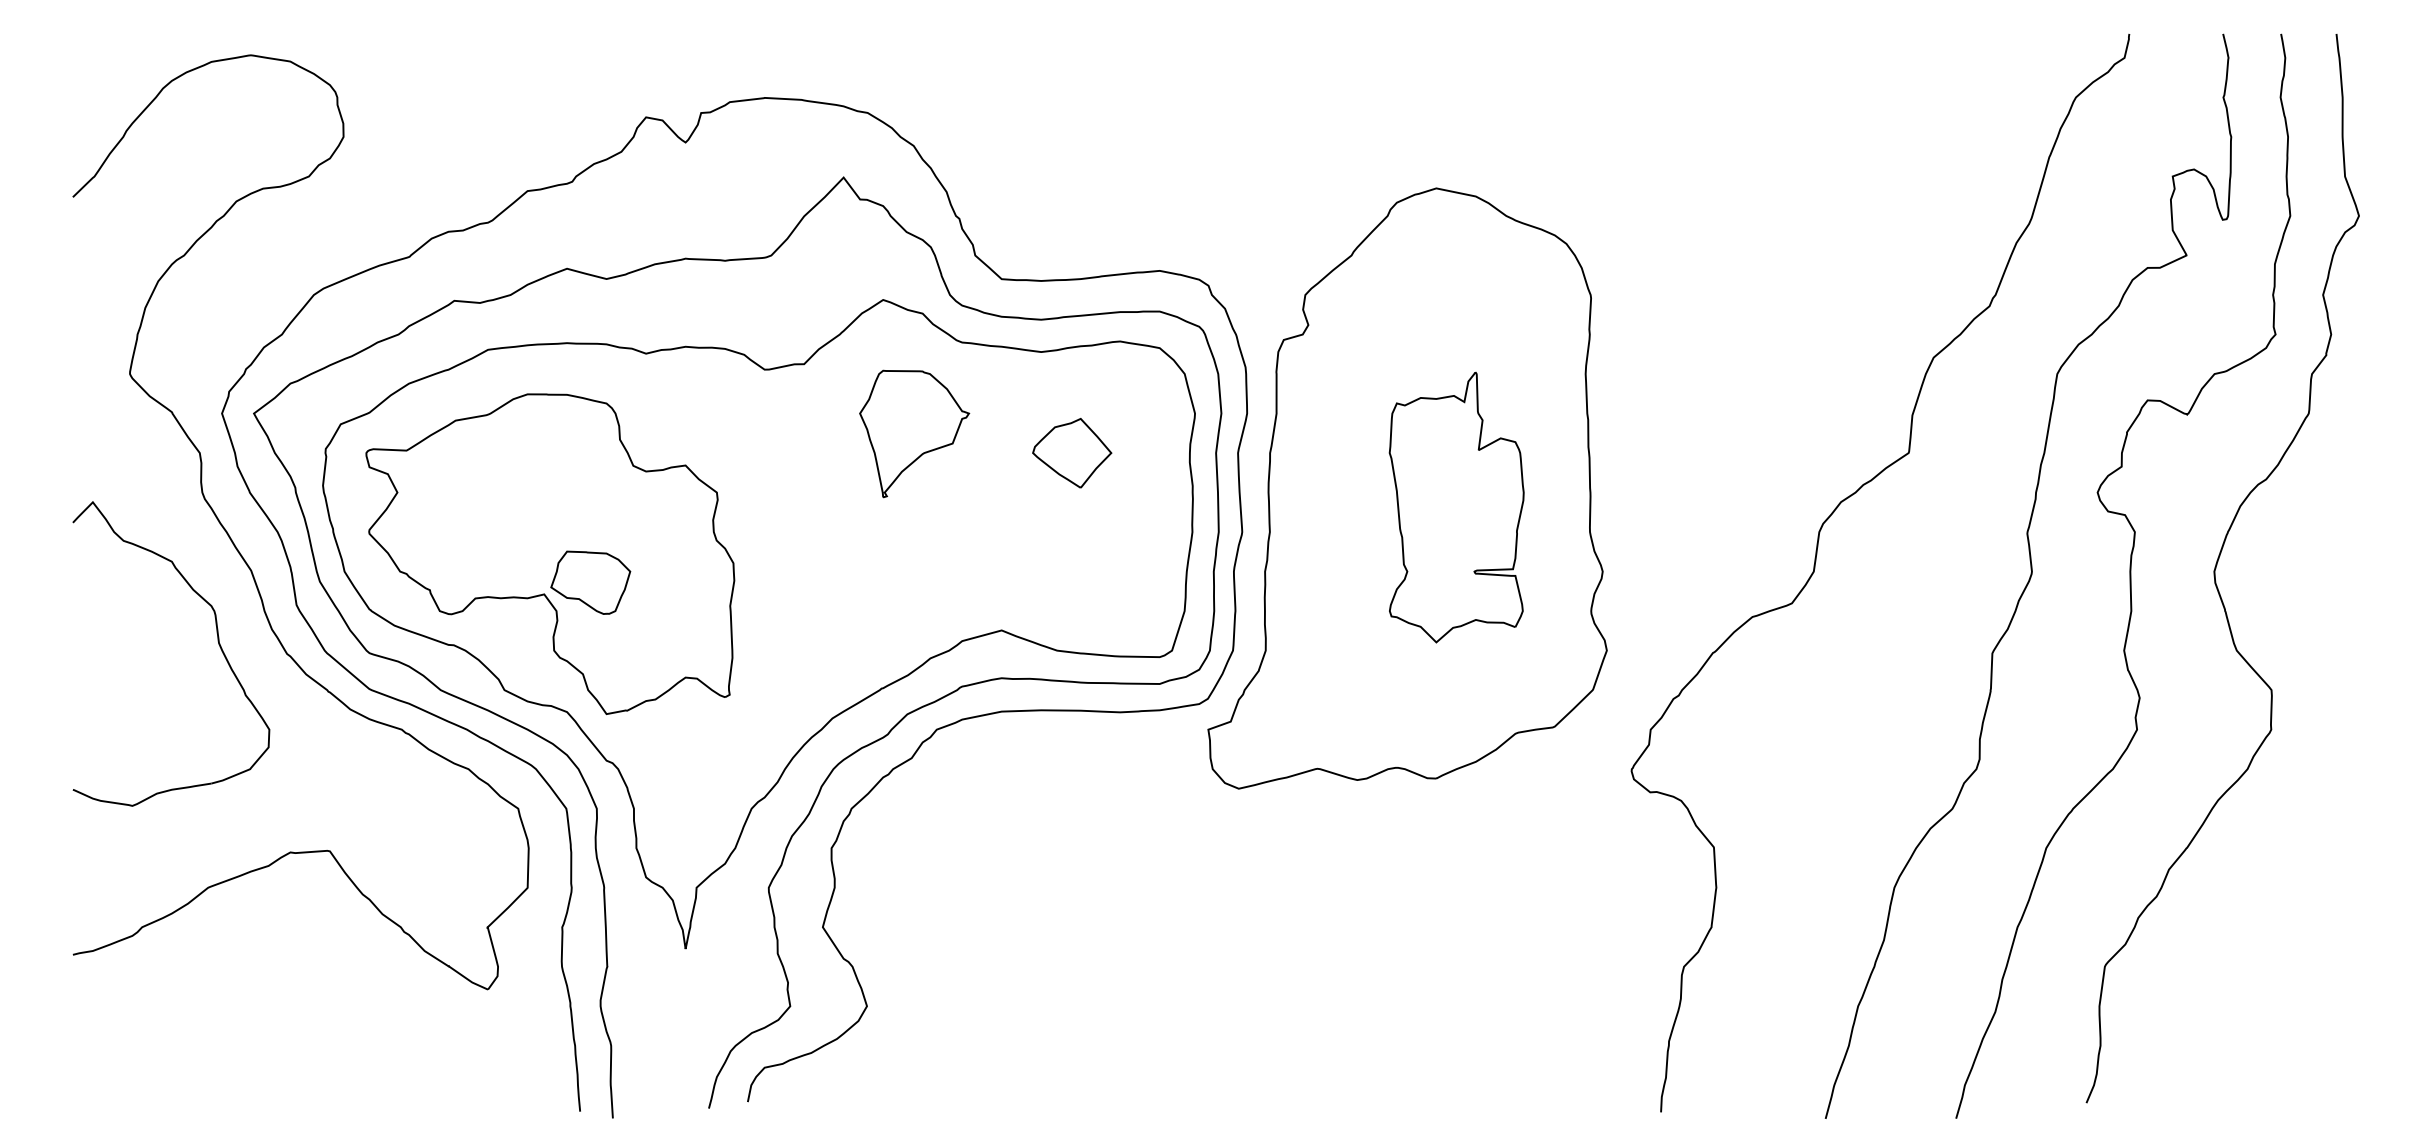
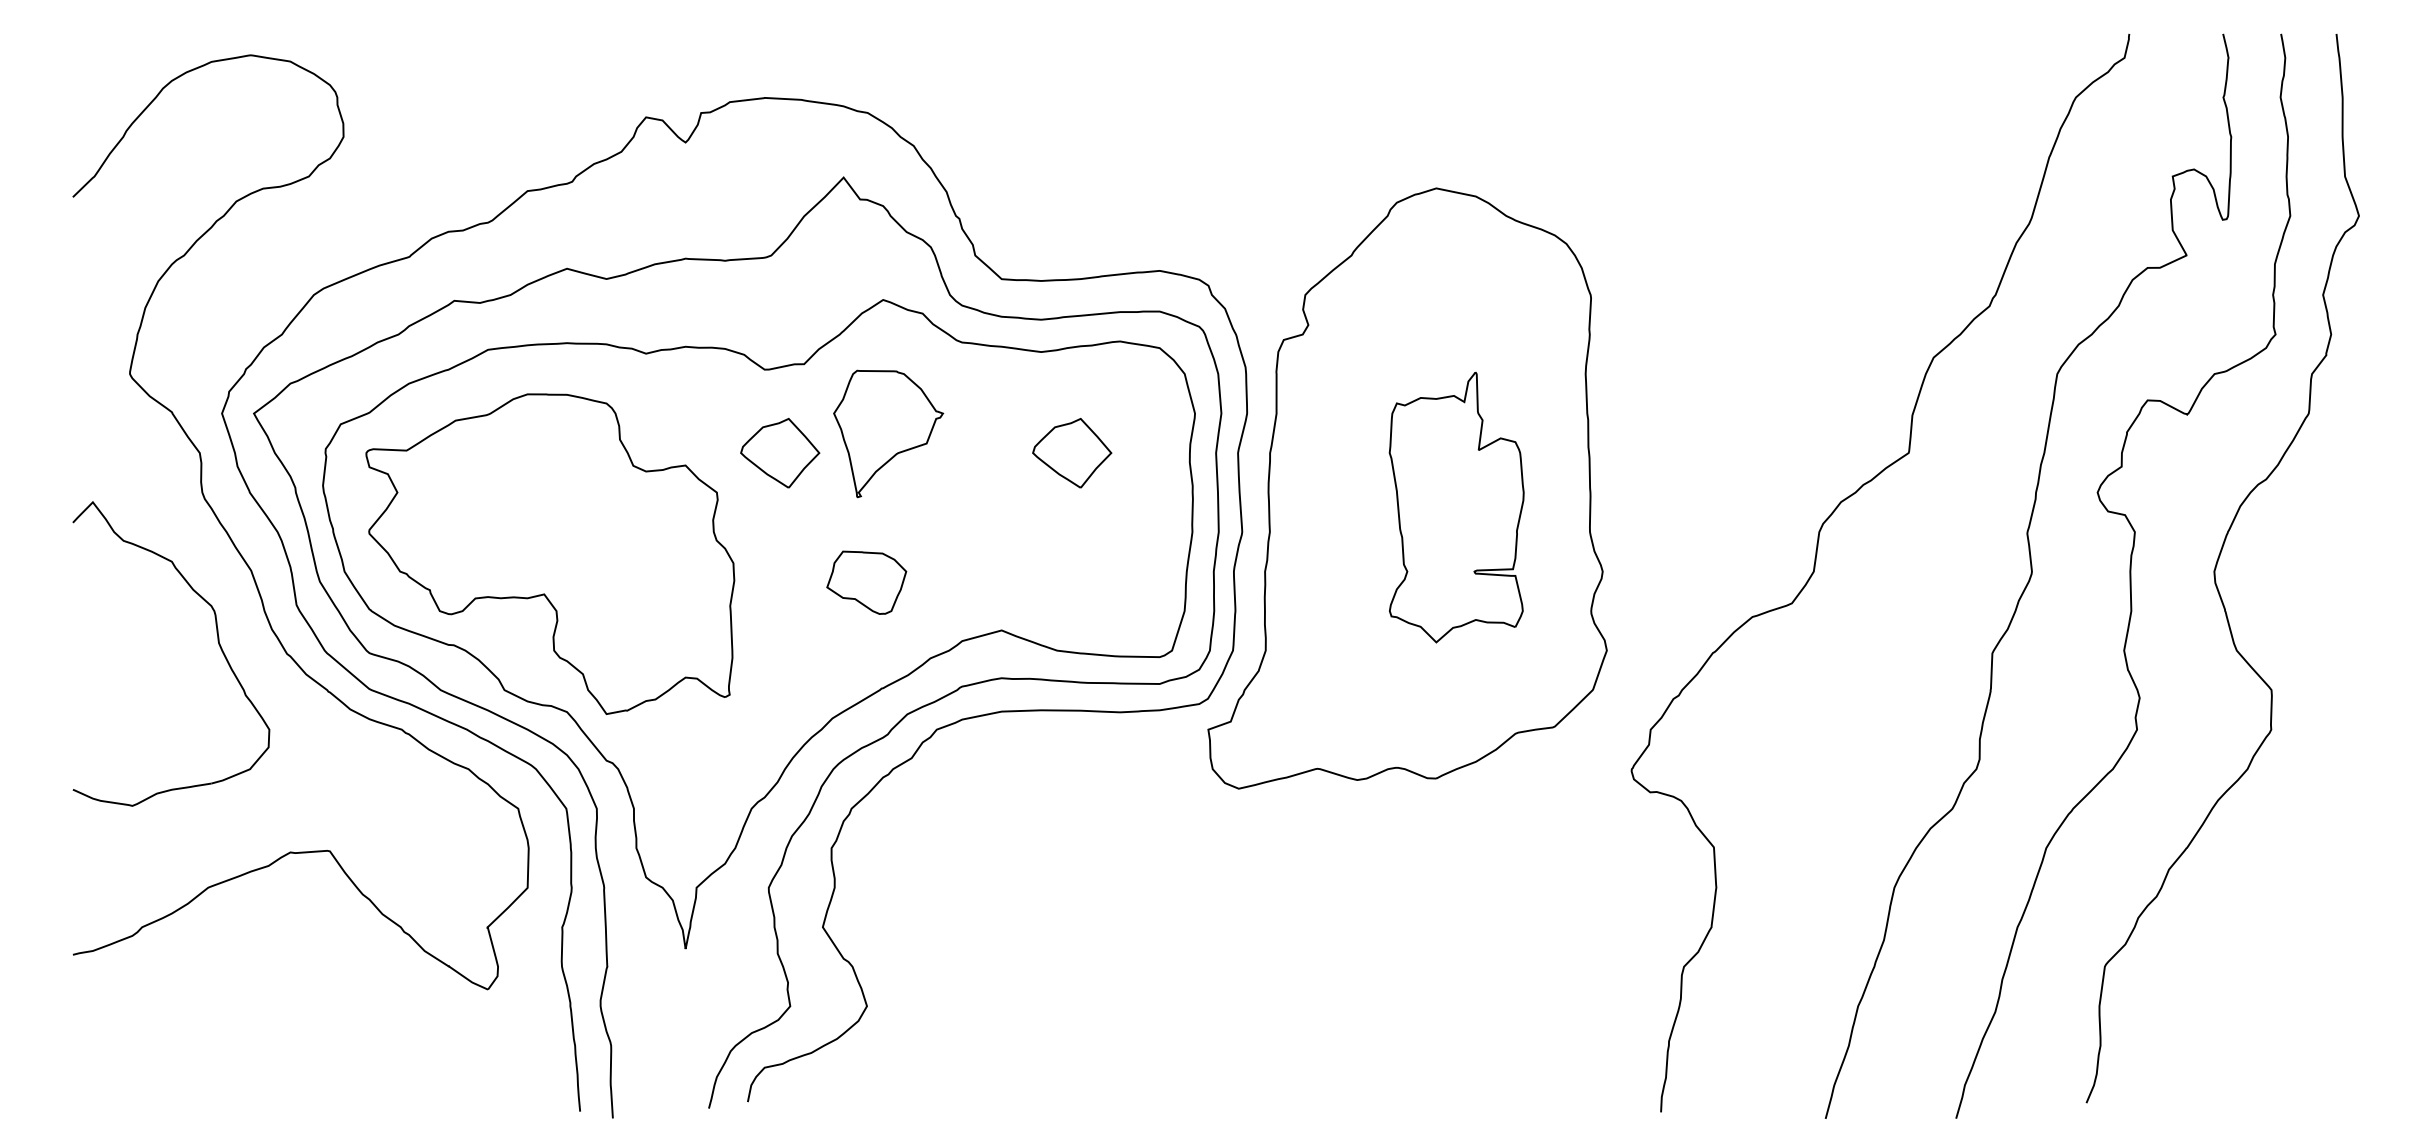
part at (914, 433) position: (914, 433) -> (888, 433)
part at (780, 453): none -> present
part at (590, 582) position: (590, 582) -> (866, 582)
